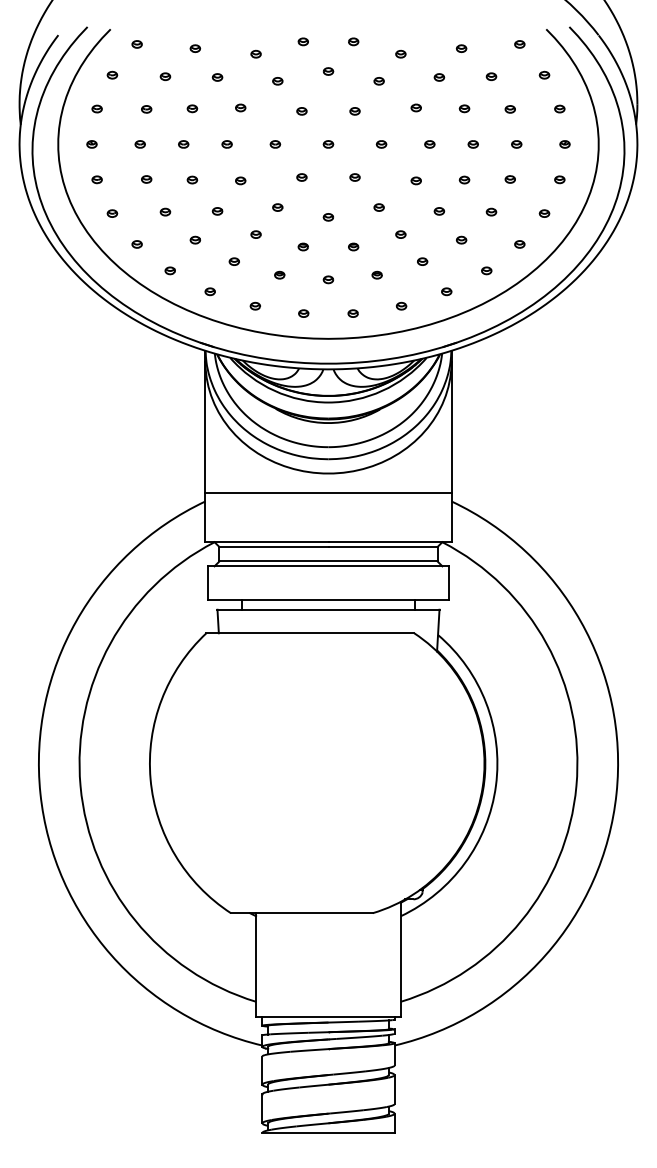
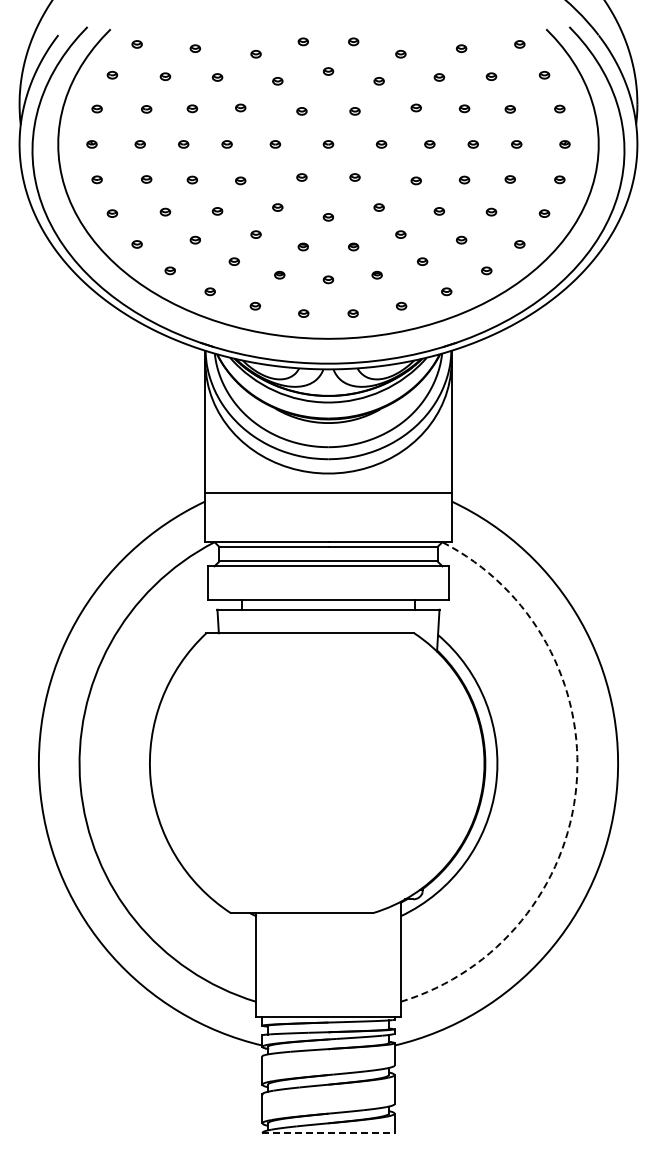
arc at (576, 785): solid -> dashed
line at (328, 1132): solid -> dashed
